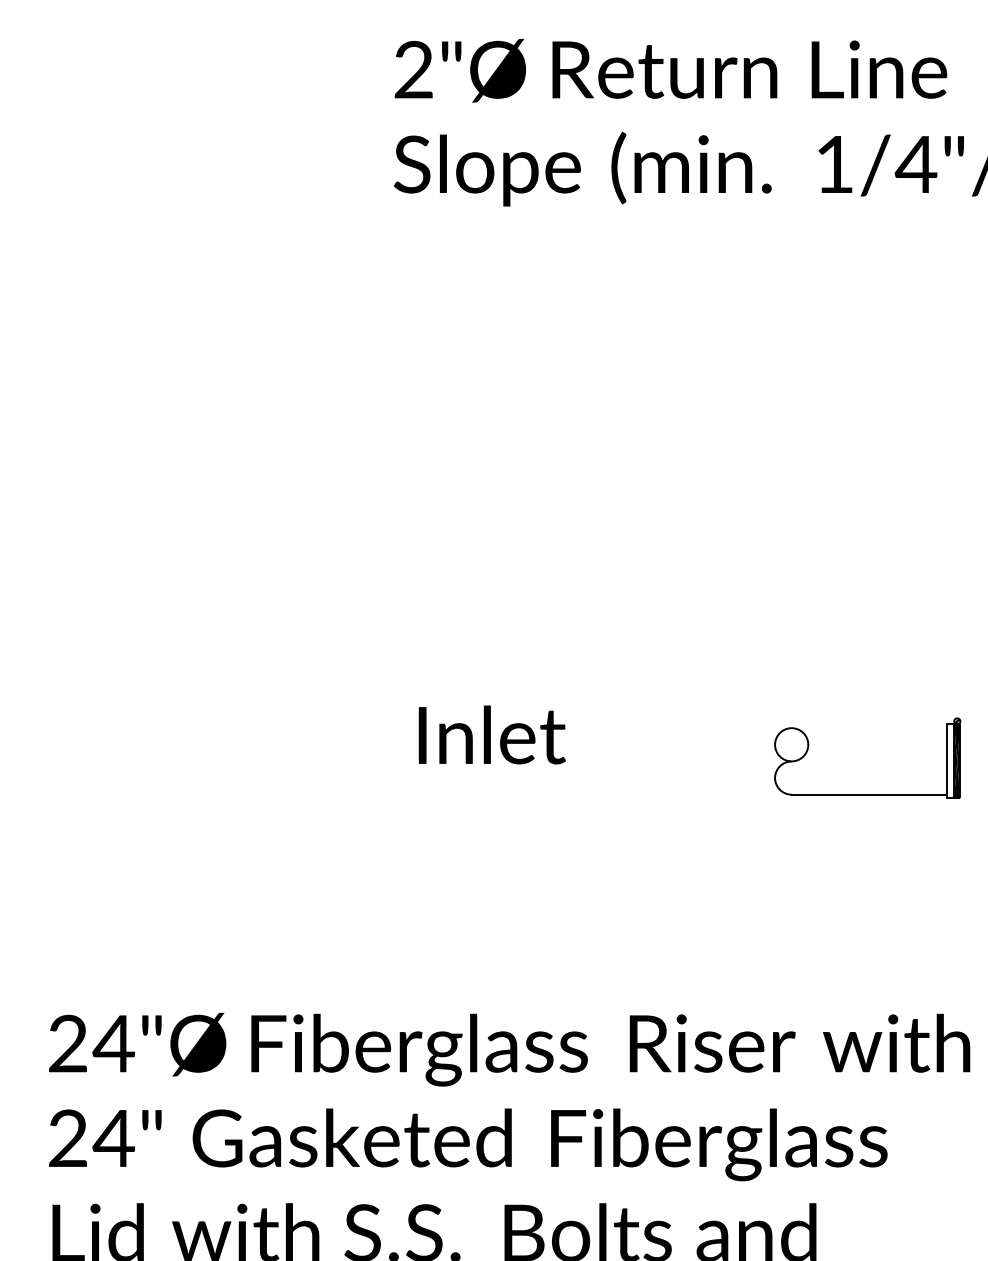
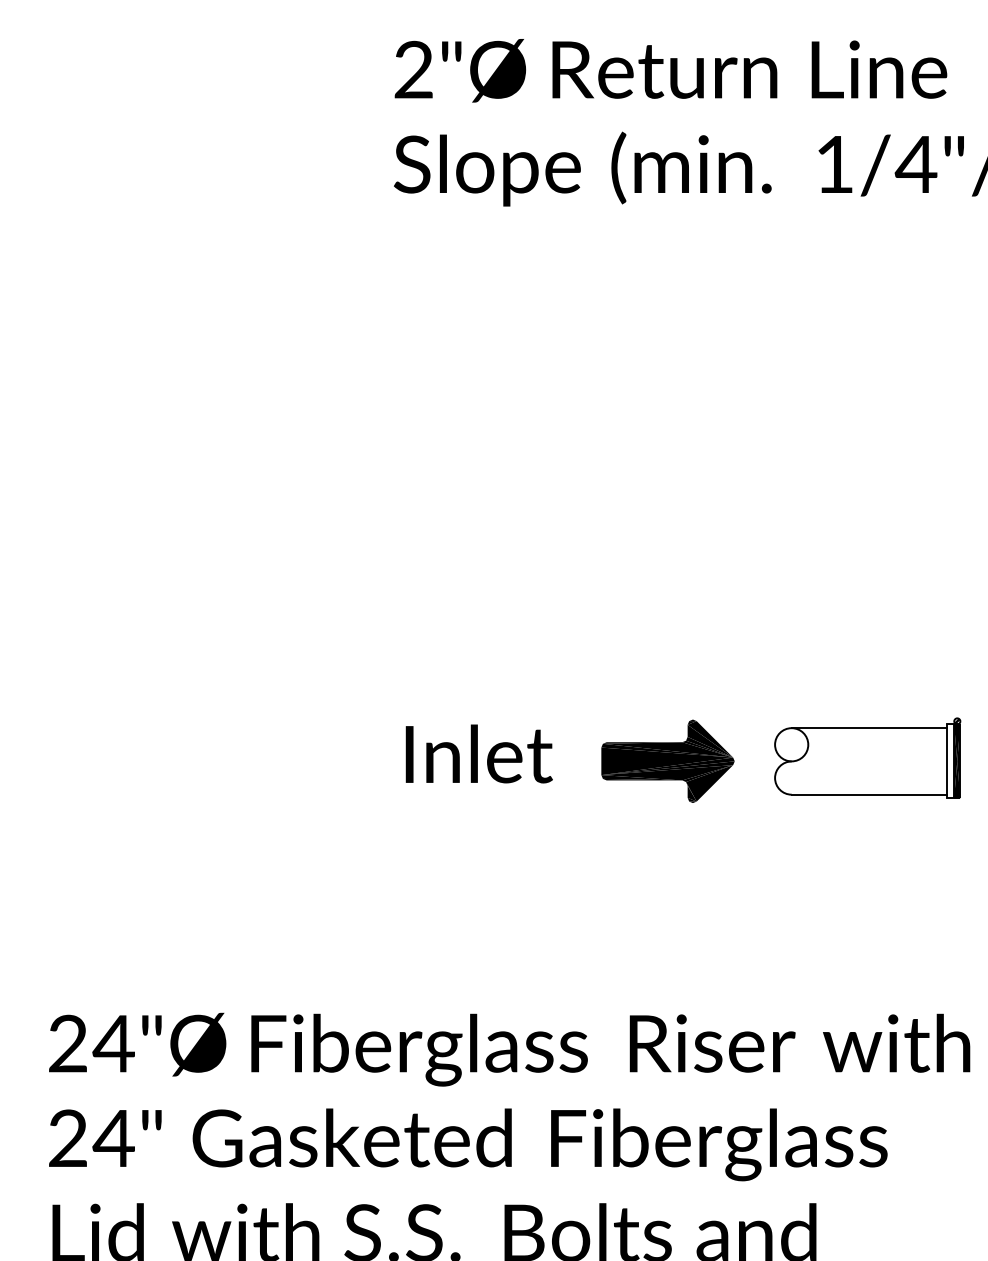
line at (868, 728): none -> present
text at (491, 734) position: (491, 734) -> (478, 753)
part at (667, 760): none -> present
